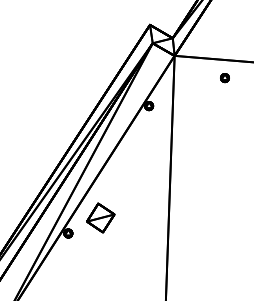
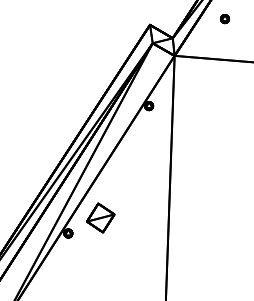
part at (224, 78) position: (224, 78) -> (224, 19)
